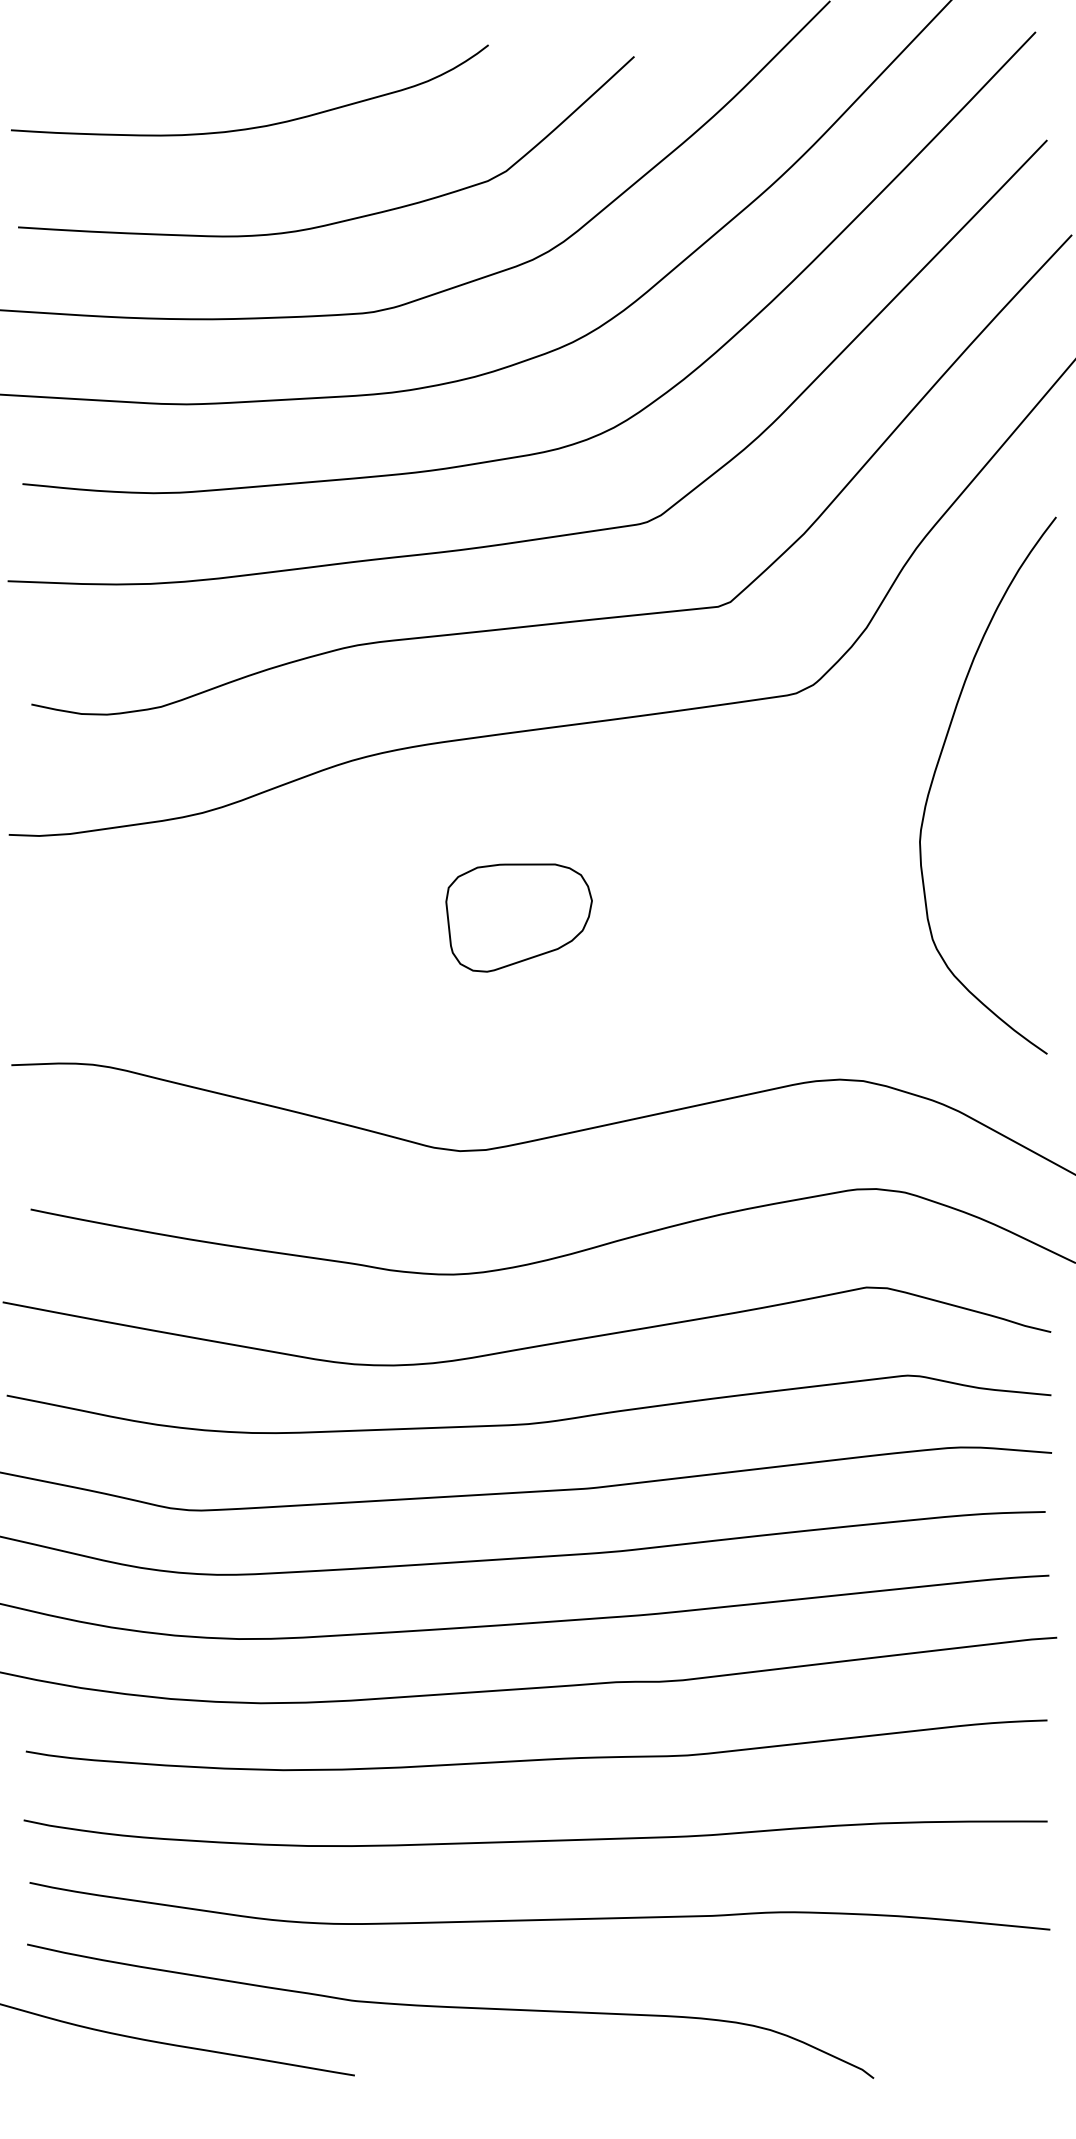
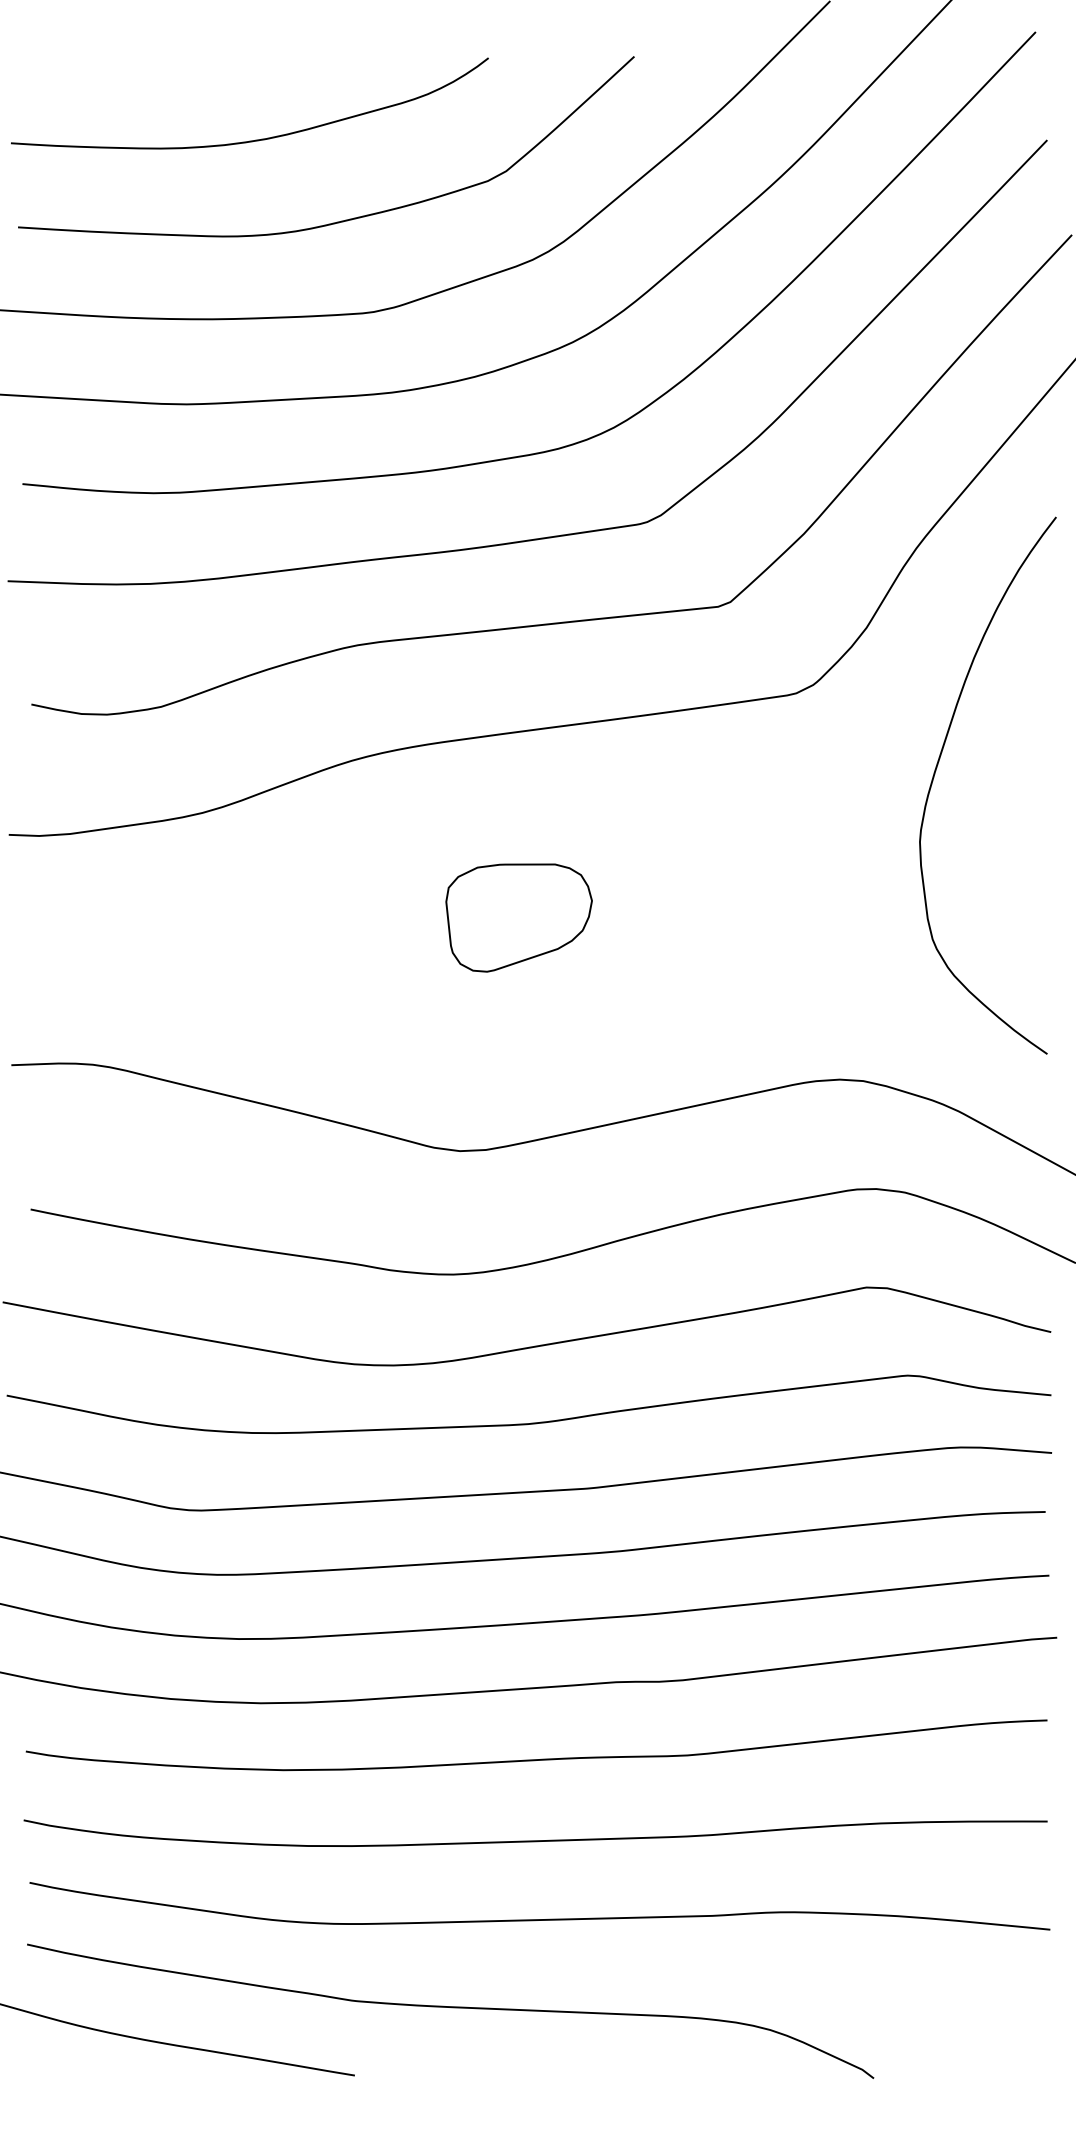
curve at (255, 126) position: (255, 126) -> (255, 139)
